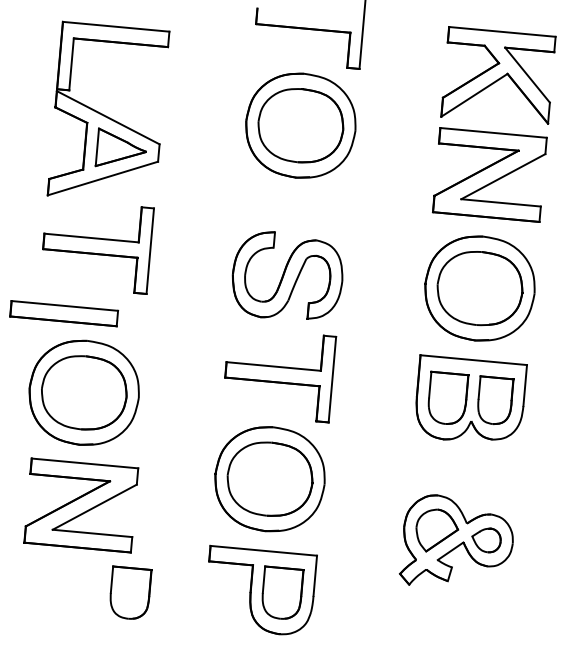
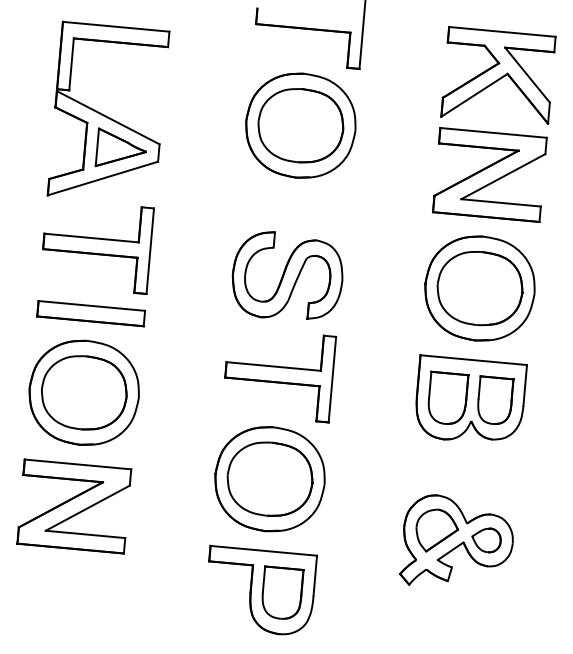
part at (64, 313) position: (64, 313) -> (91, 313)
part at (81, 505) position: (81, 505) -> (74, 506)
part at (130, 592): present -> none
